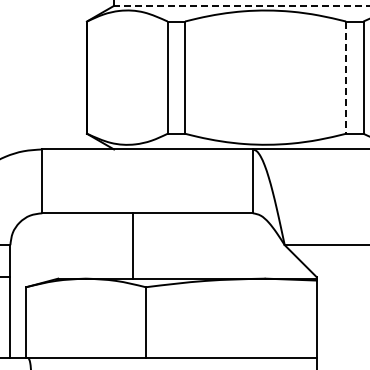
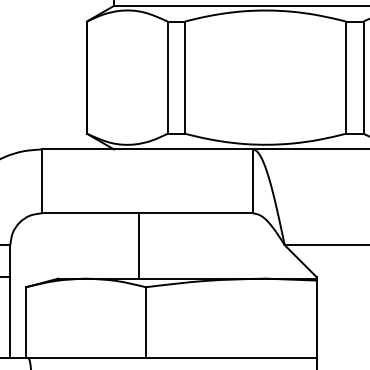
line at (241, 5): dashed -> solid
line at (346, 78): dashed -> solid
line at (132, 245) position: (132, 245) -> (138, 245)
